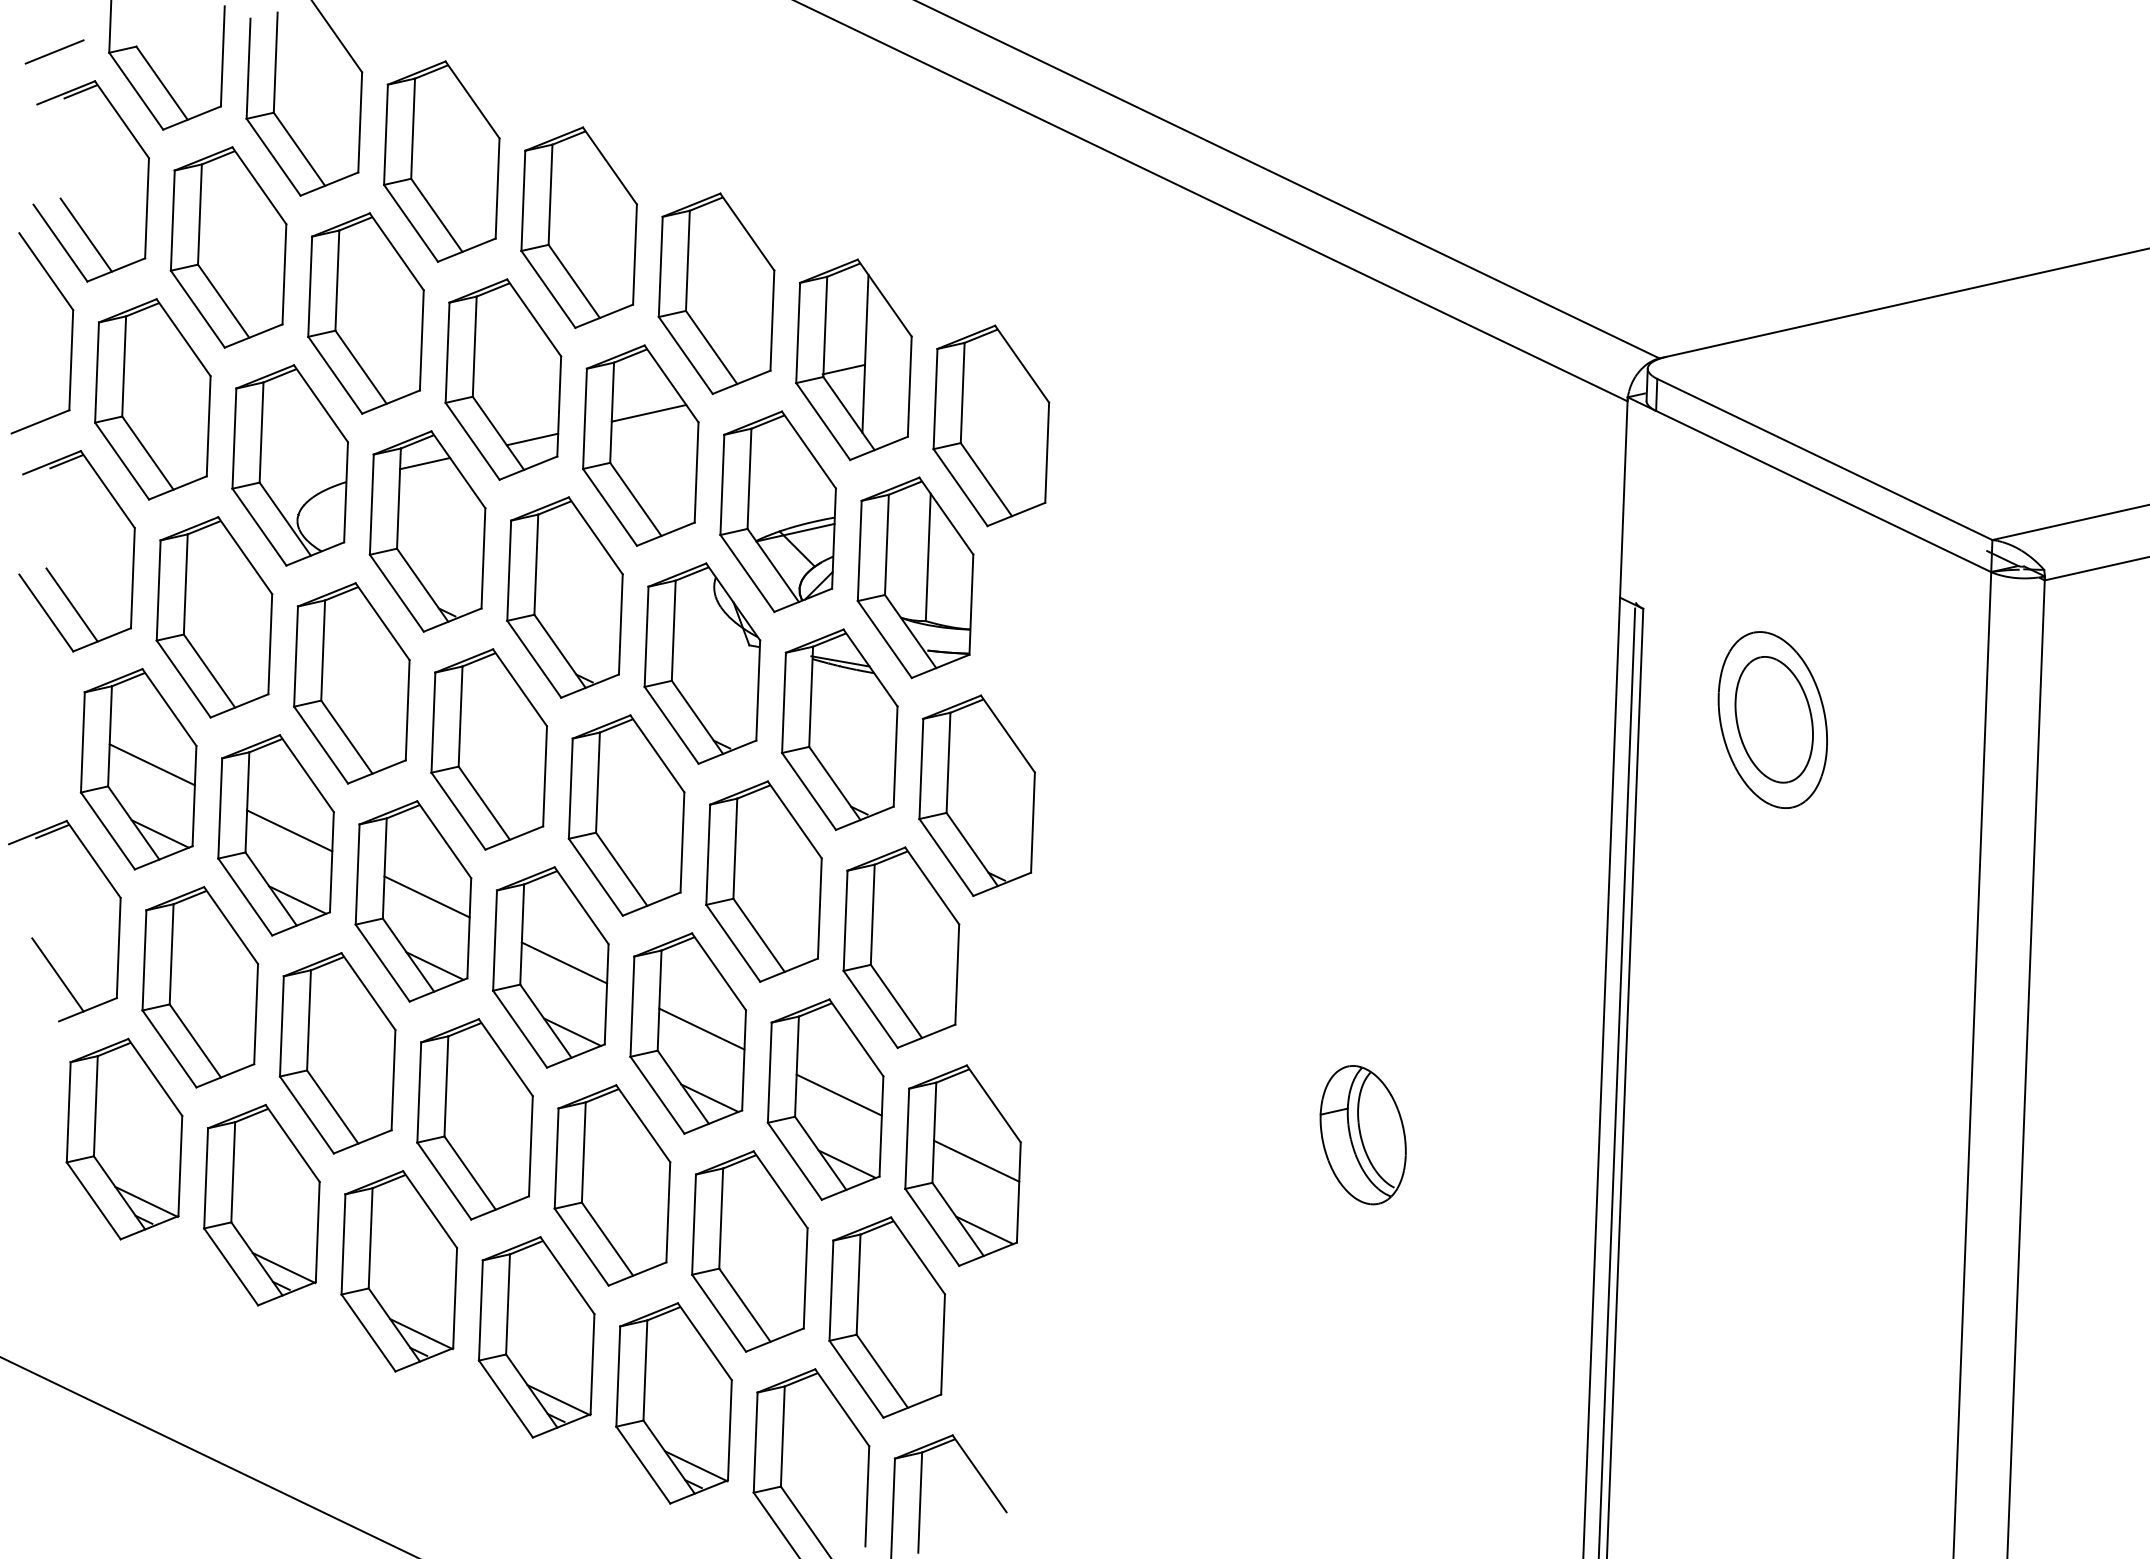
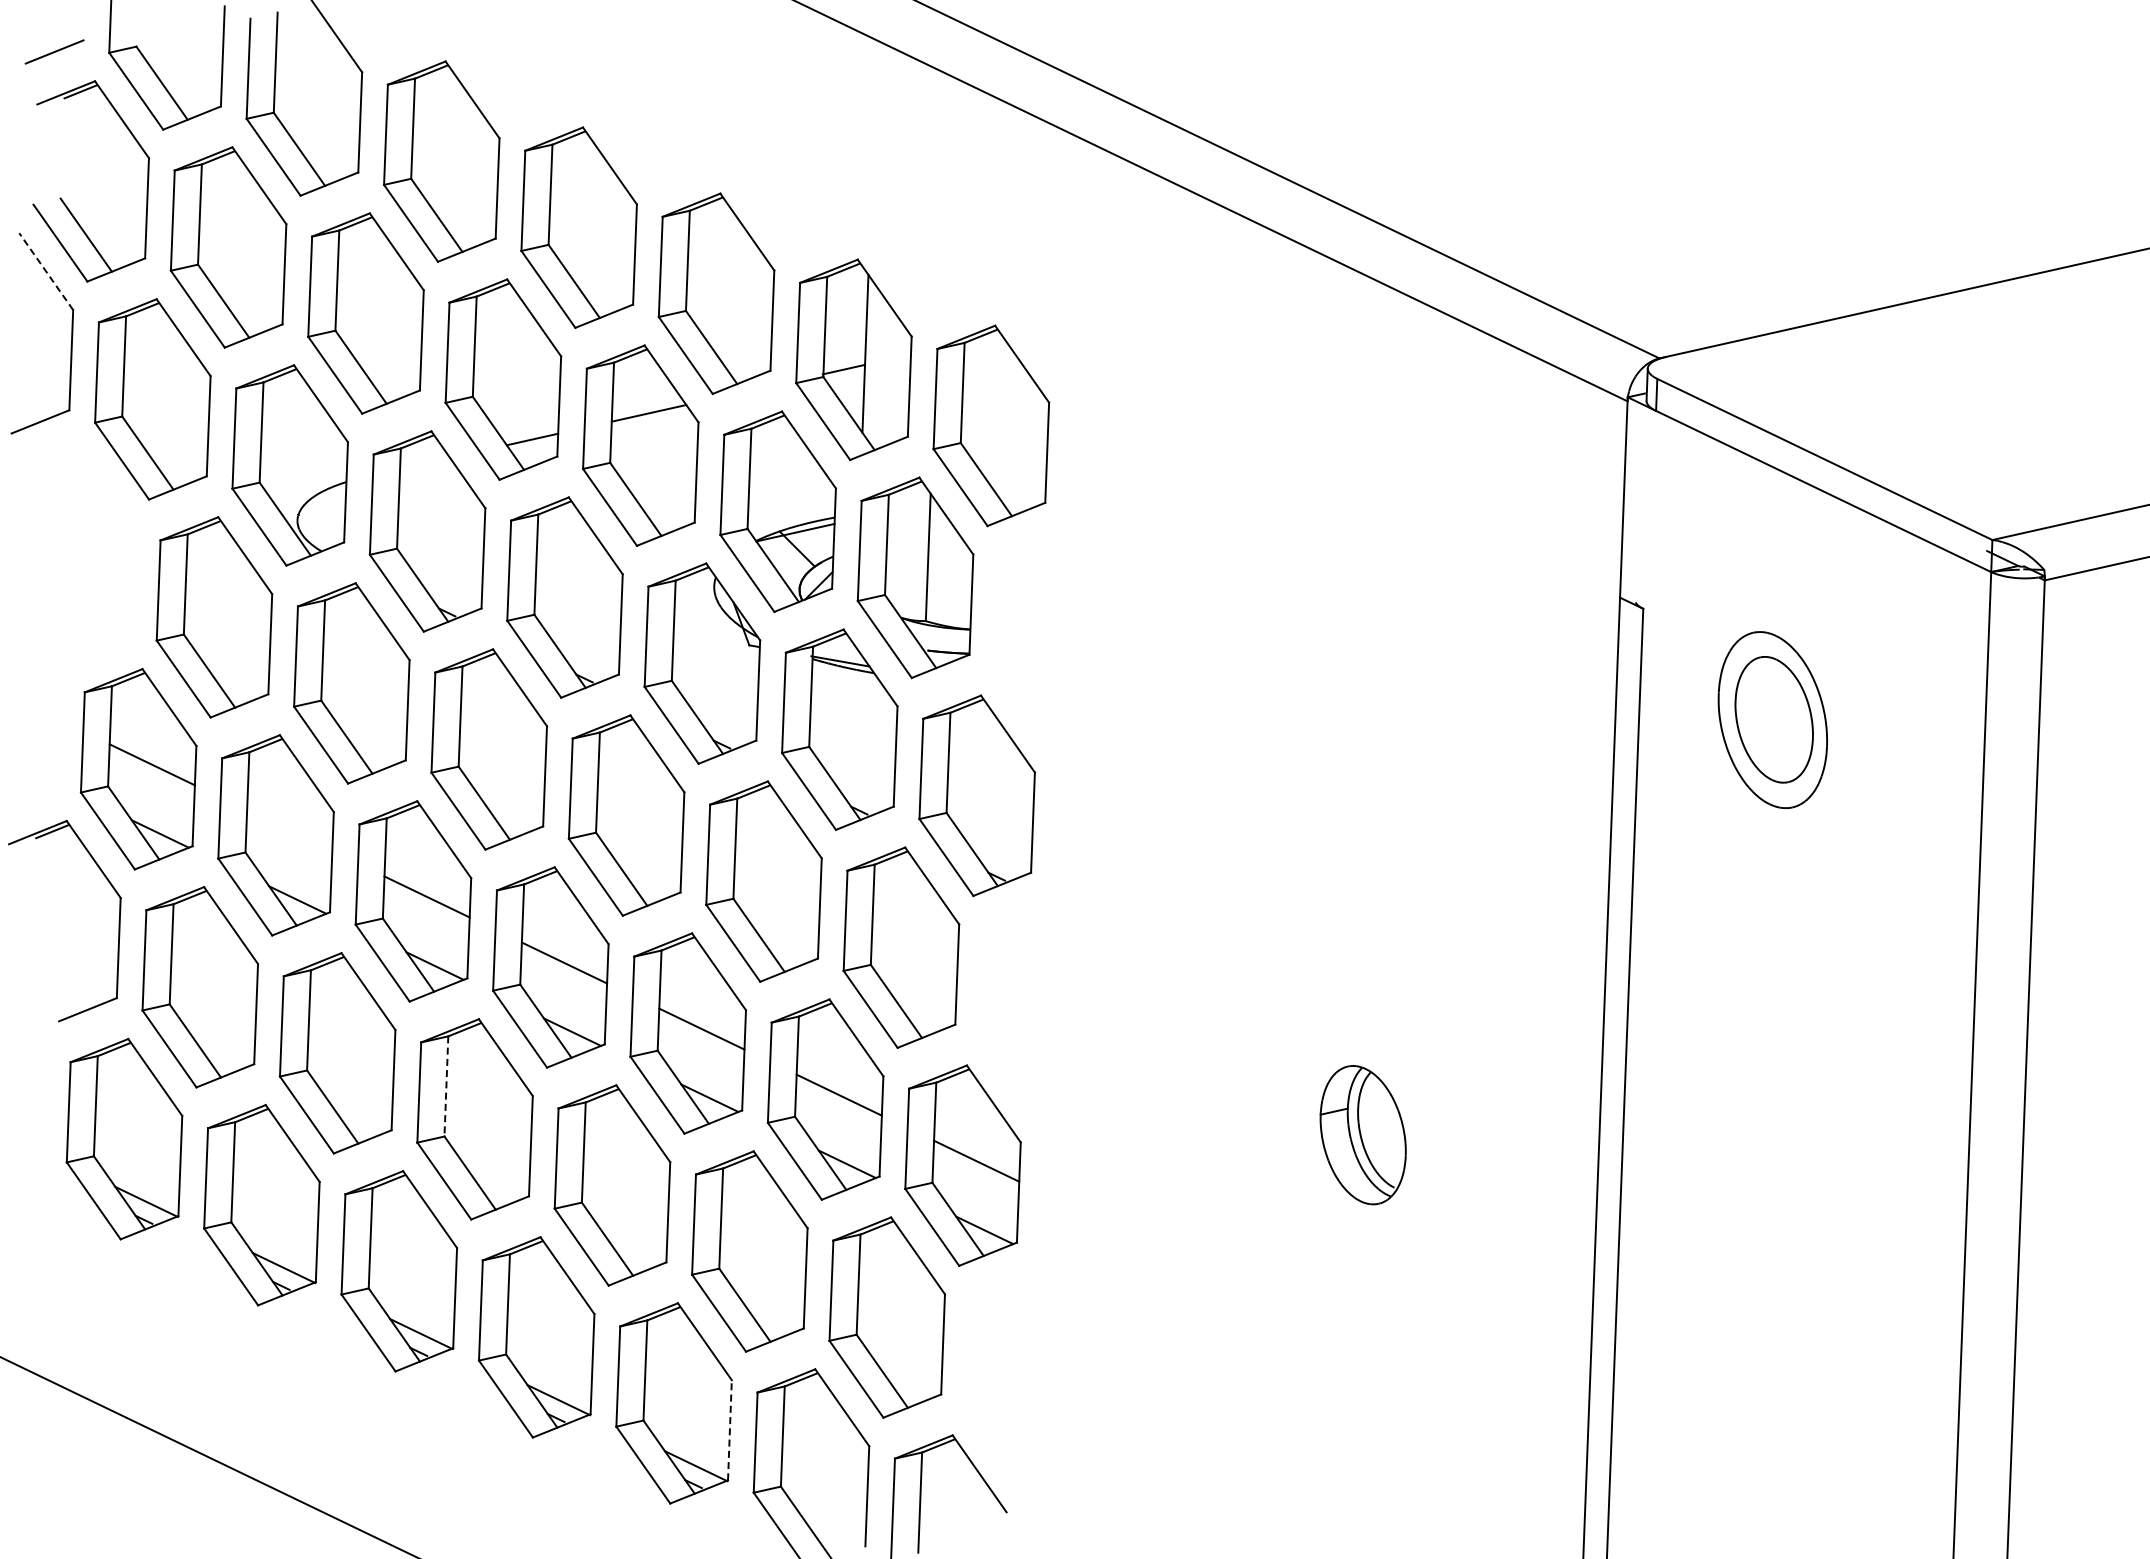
line at (46, 271): solid -> dashed
line at (425, 463): present -> none
part at (49, 570): present -> none
line at (289, 830): present -> none
line at (57, 974): present -> none
line at (1616, 1081): present -> none
line at (446, 1086): solid -> dashed
line at (729, 1429): solid -> dashed
